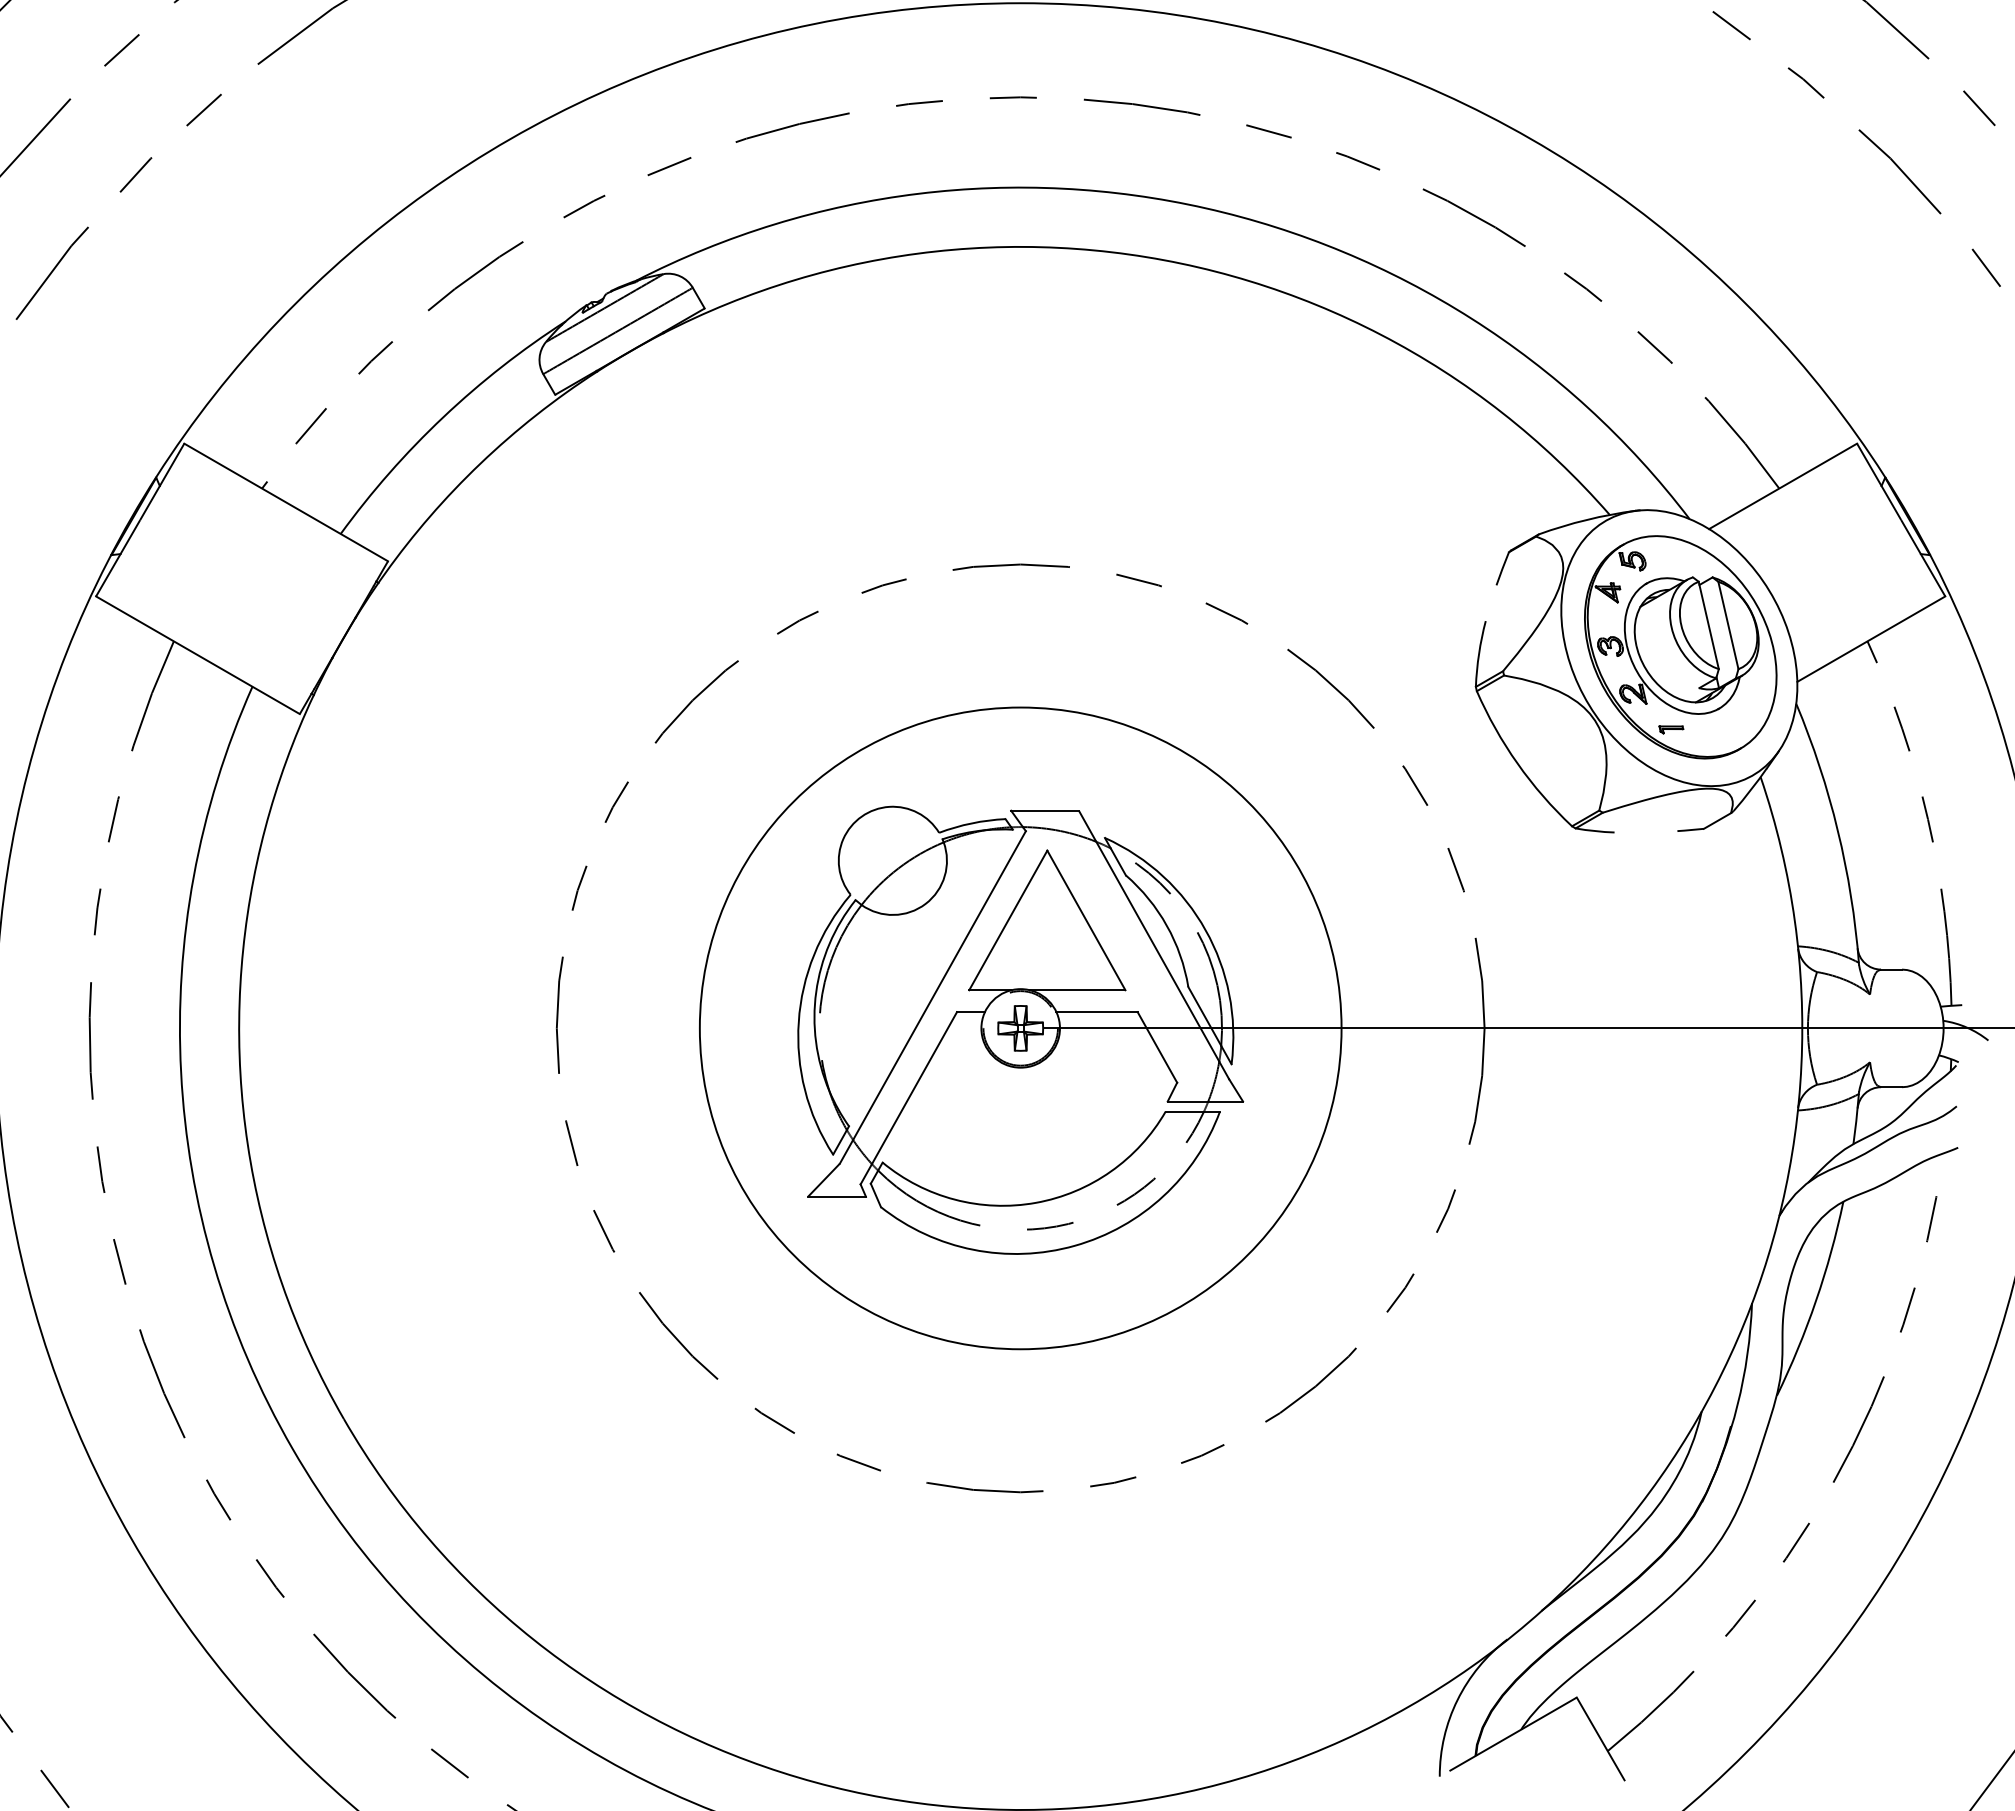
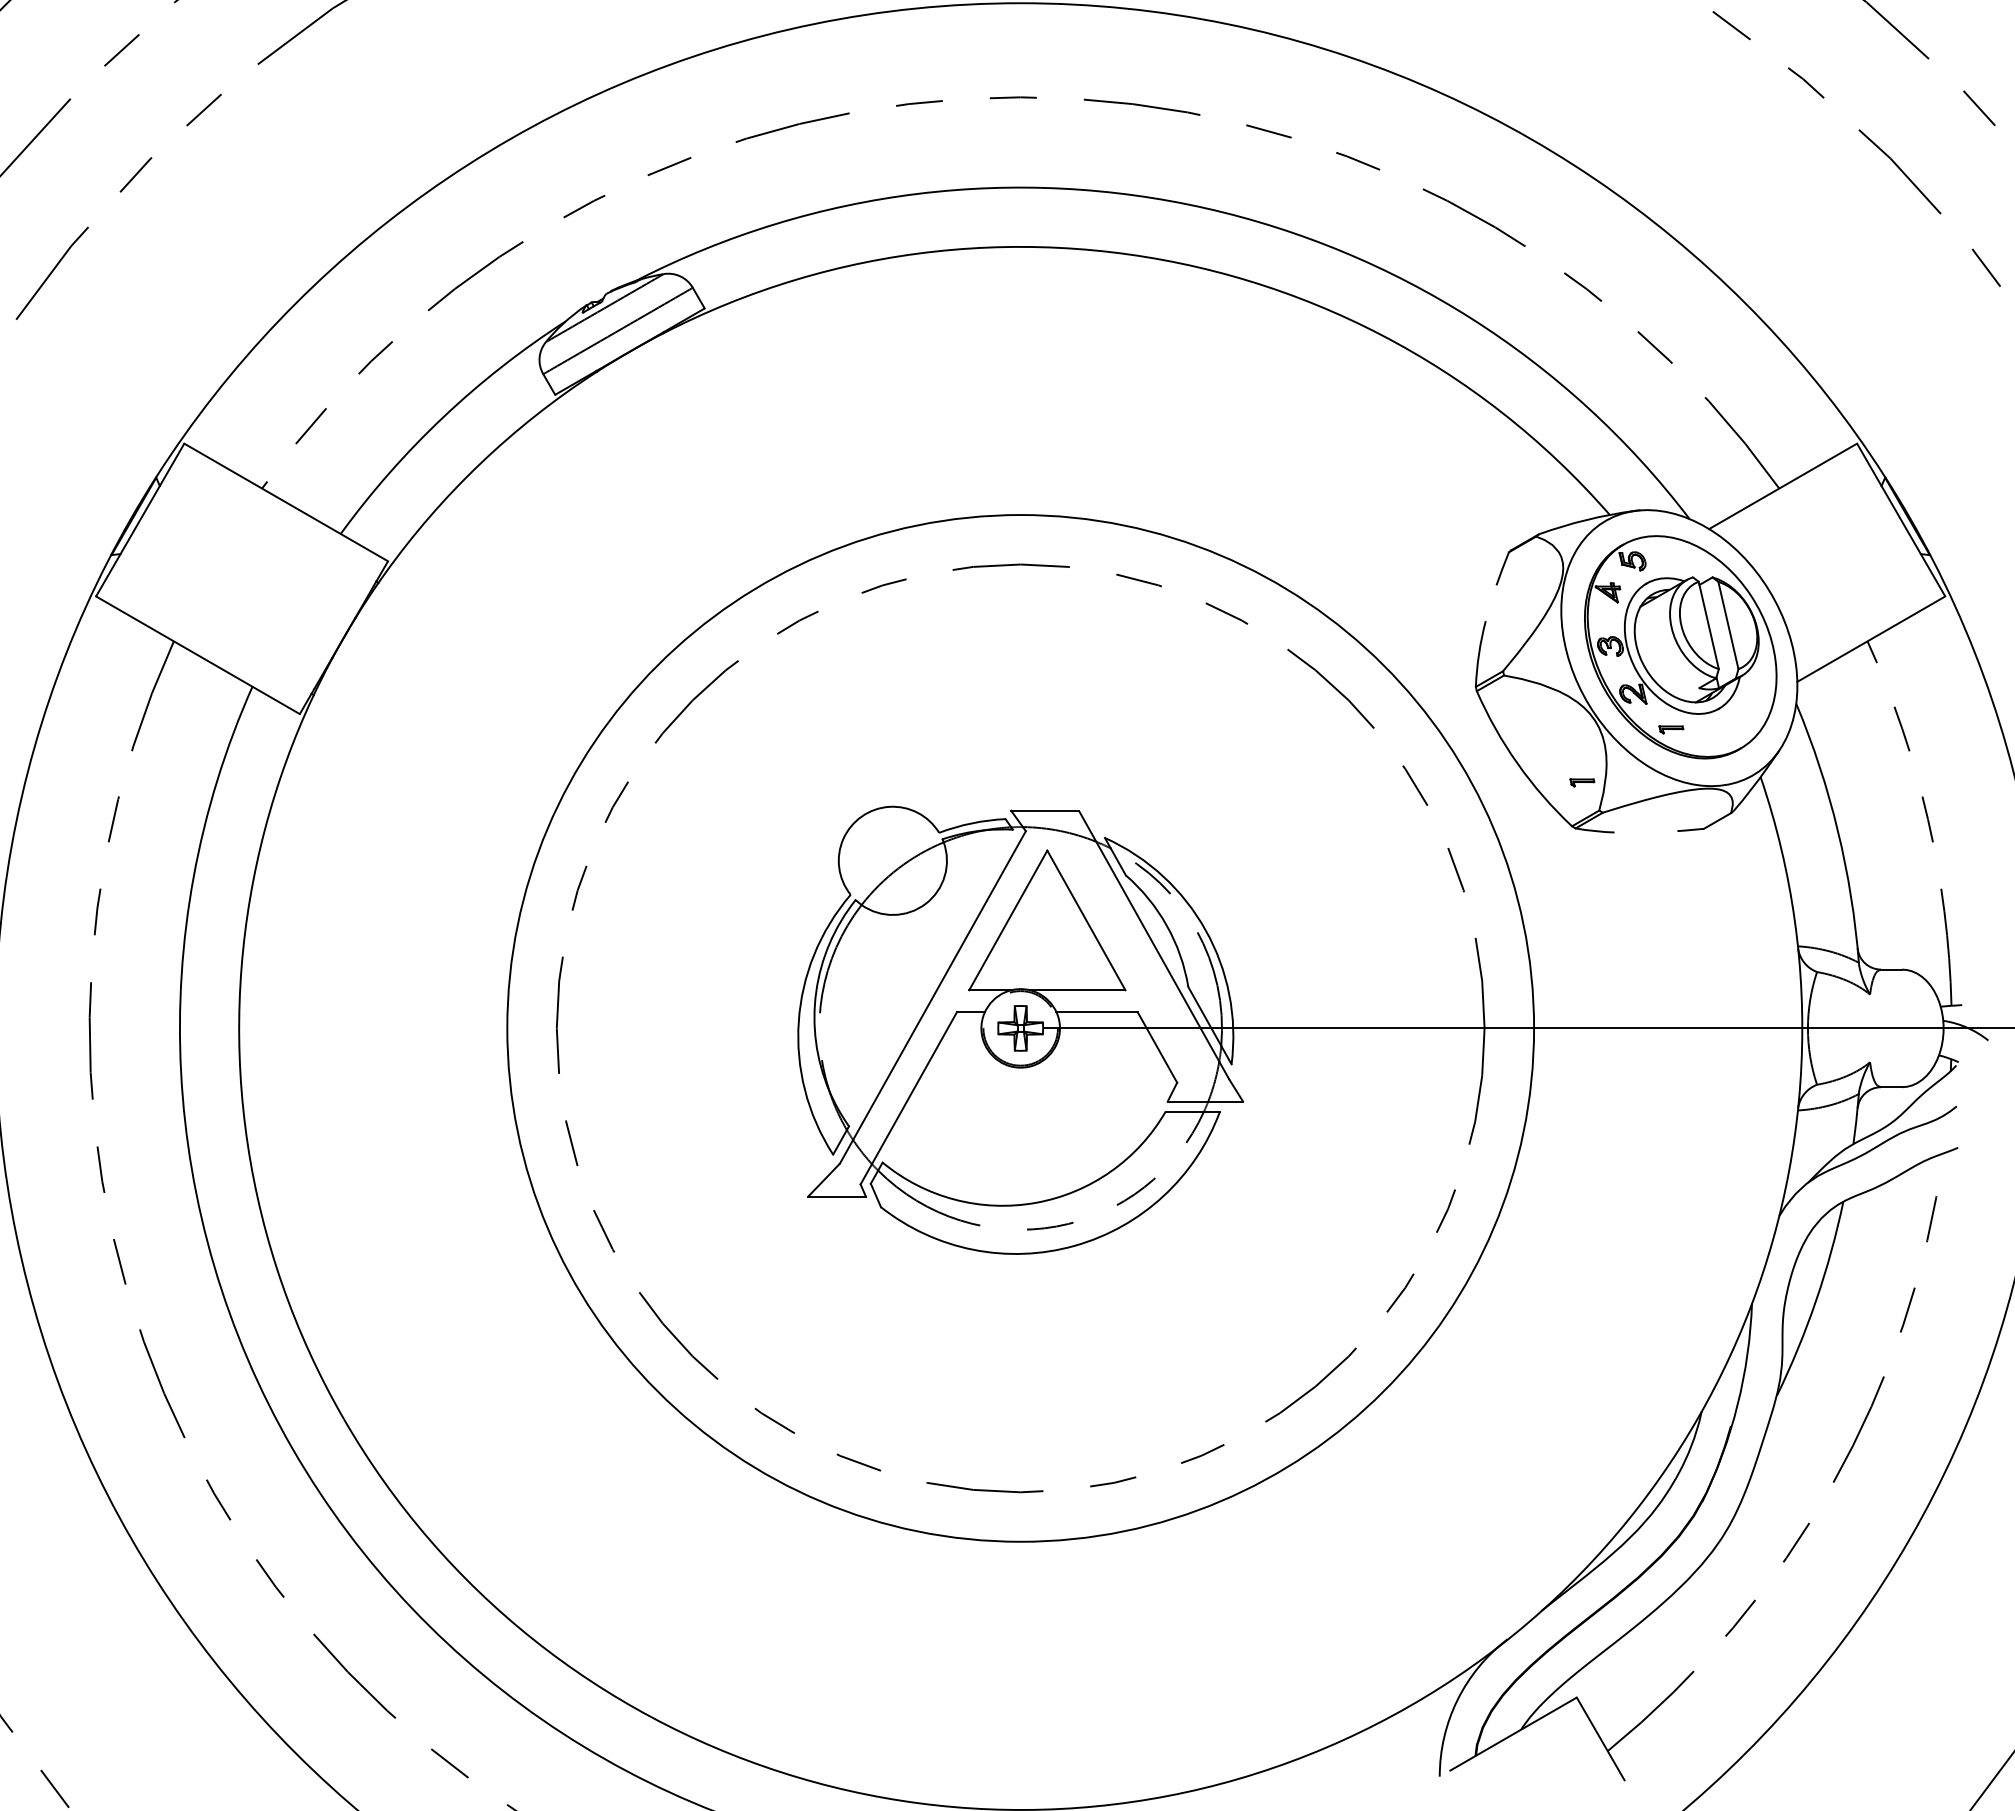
part at (1582, 782): none -> present
circle at (1020, 1028) diameter: 642 px -> 1027 px
